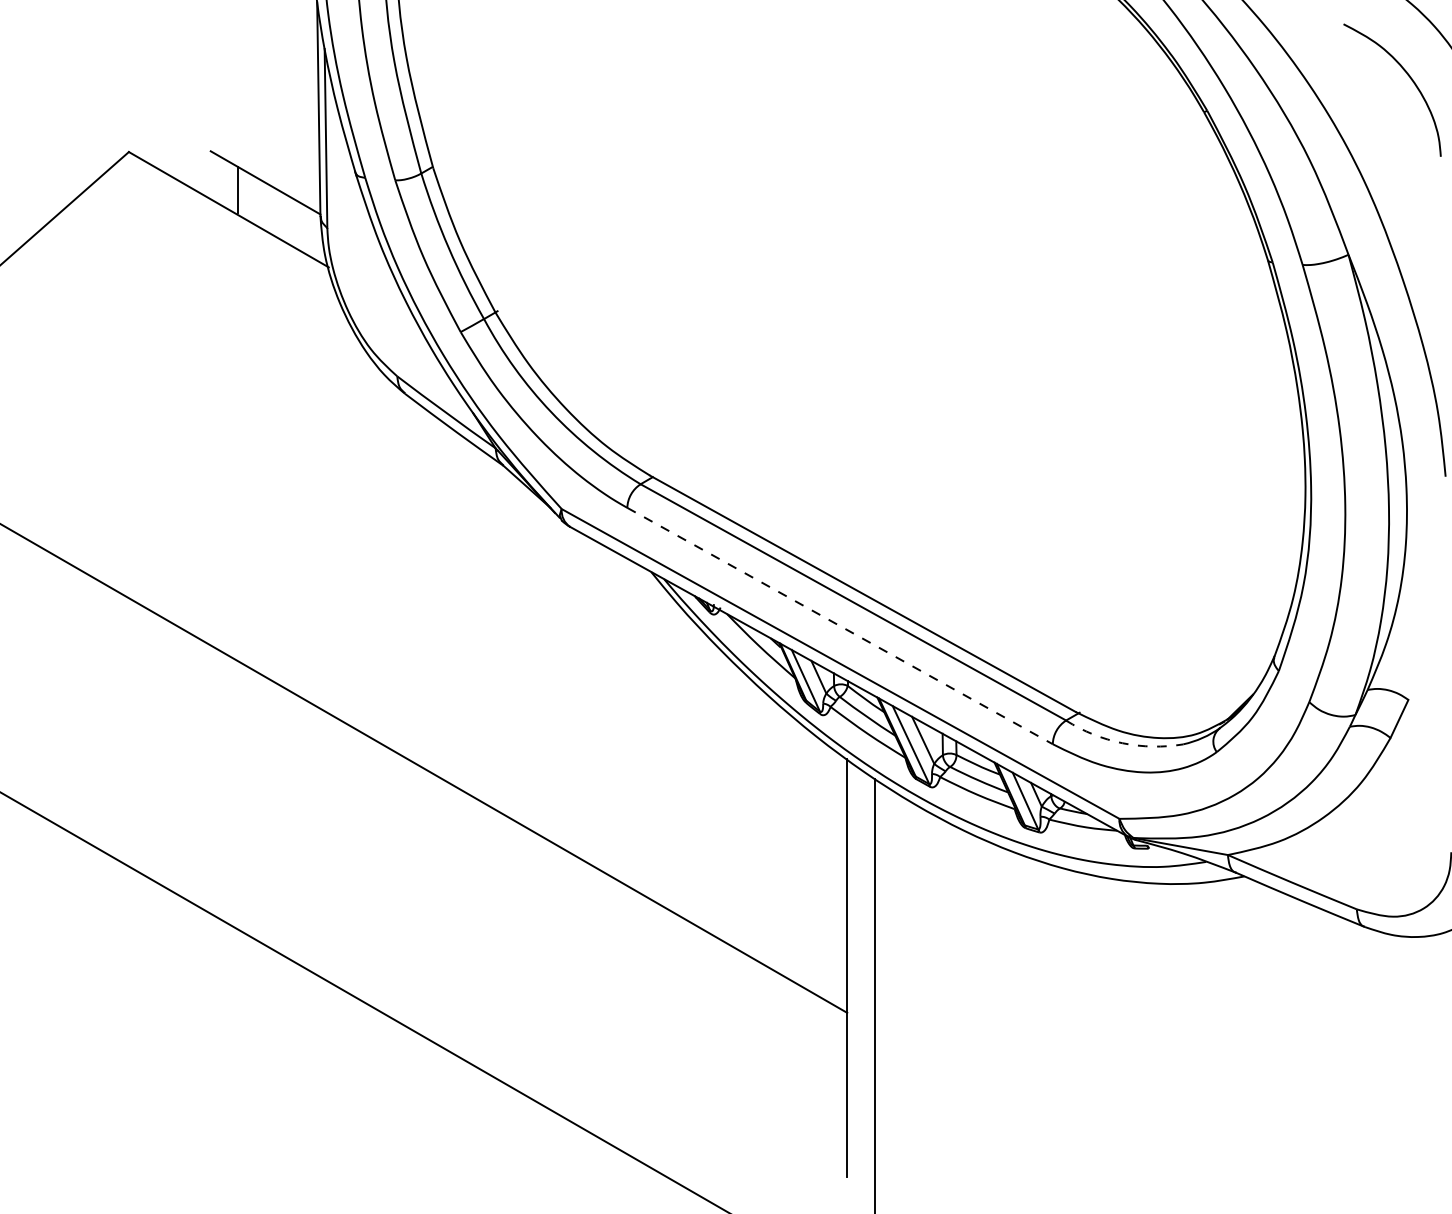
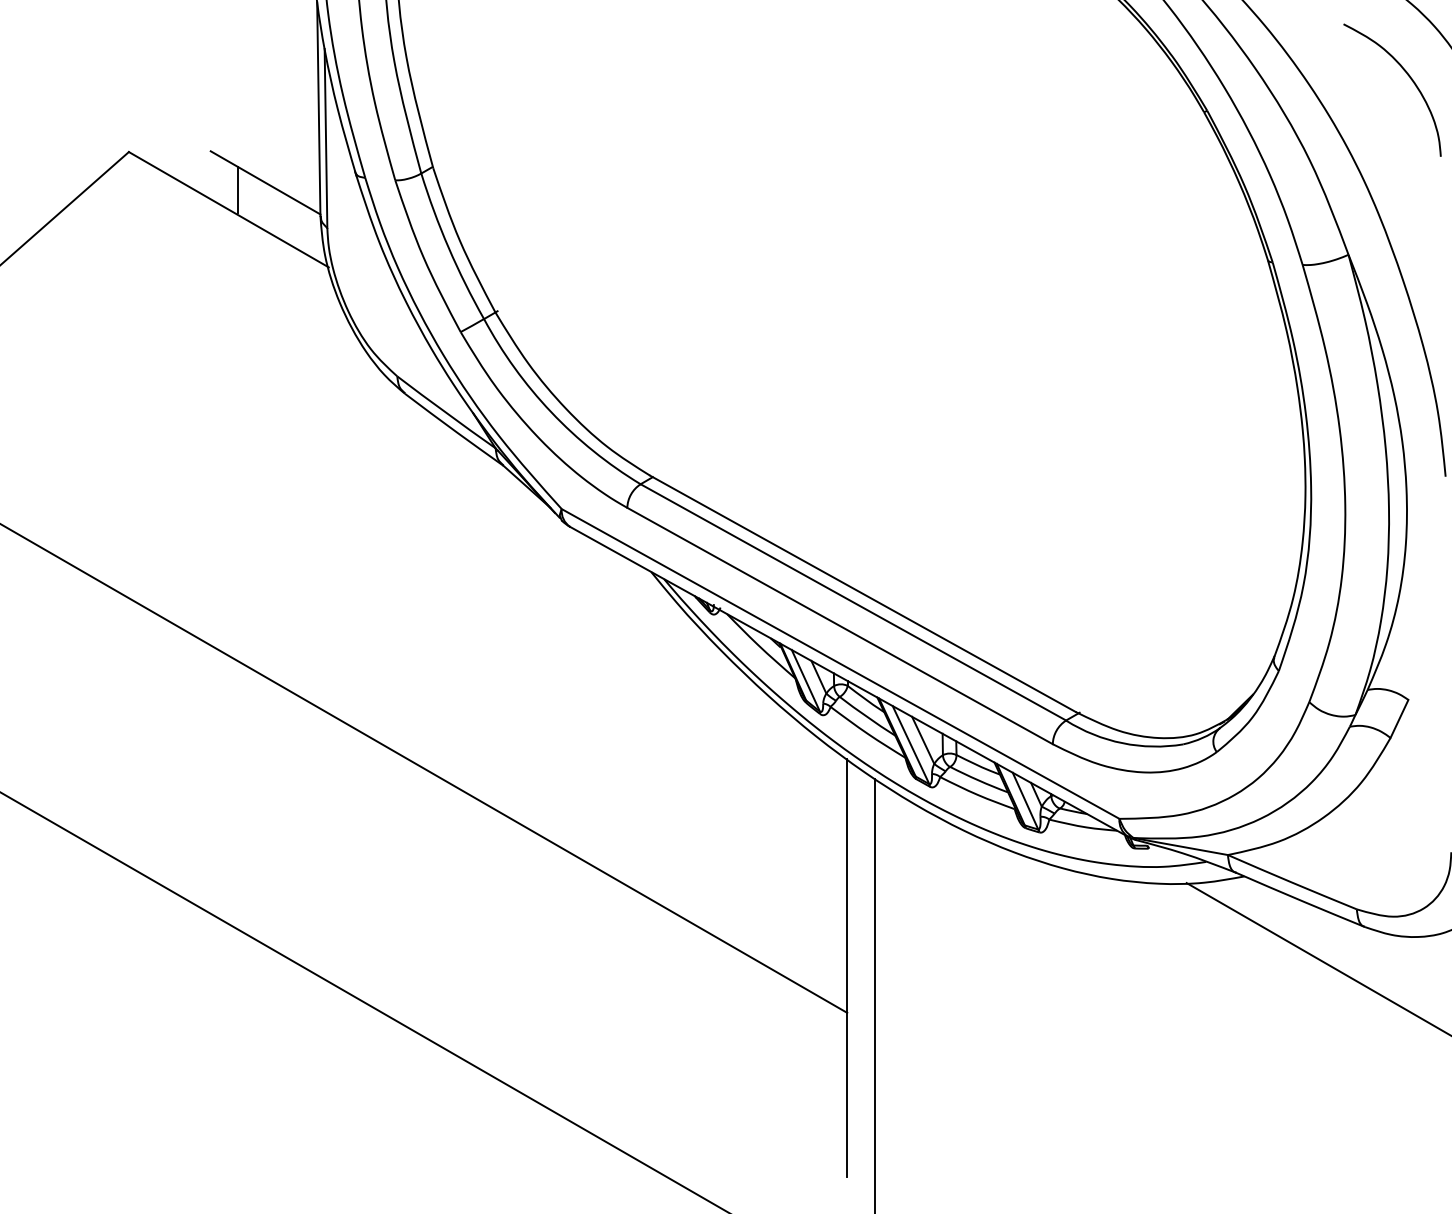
line at (840, 626): dashed -> solid
arc at (1122, 743): dashed -> solid
line at (1317, 958): none -> present
